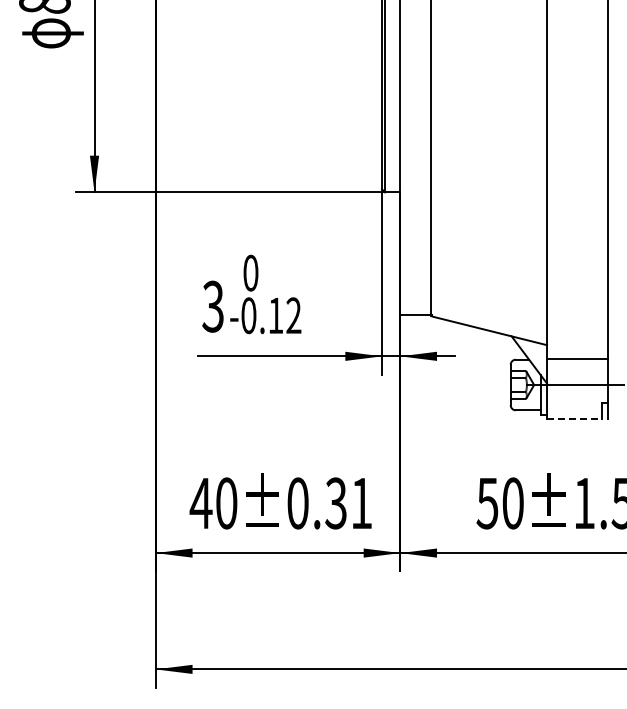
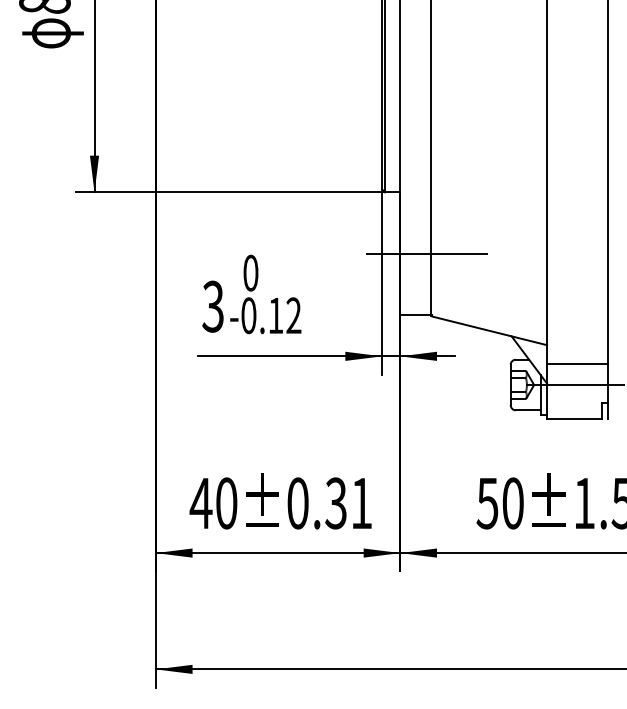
line at (426, 253): none -> present
line at (577, 358) position: (577, 358) -> (577, 363)
line at (574, 418): dashed -> solid
